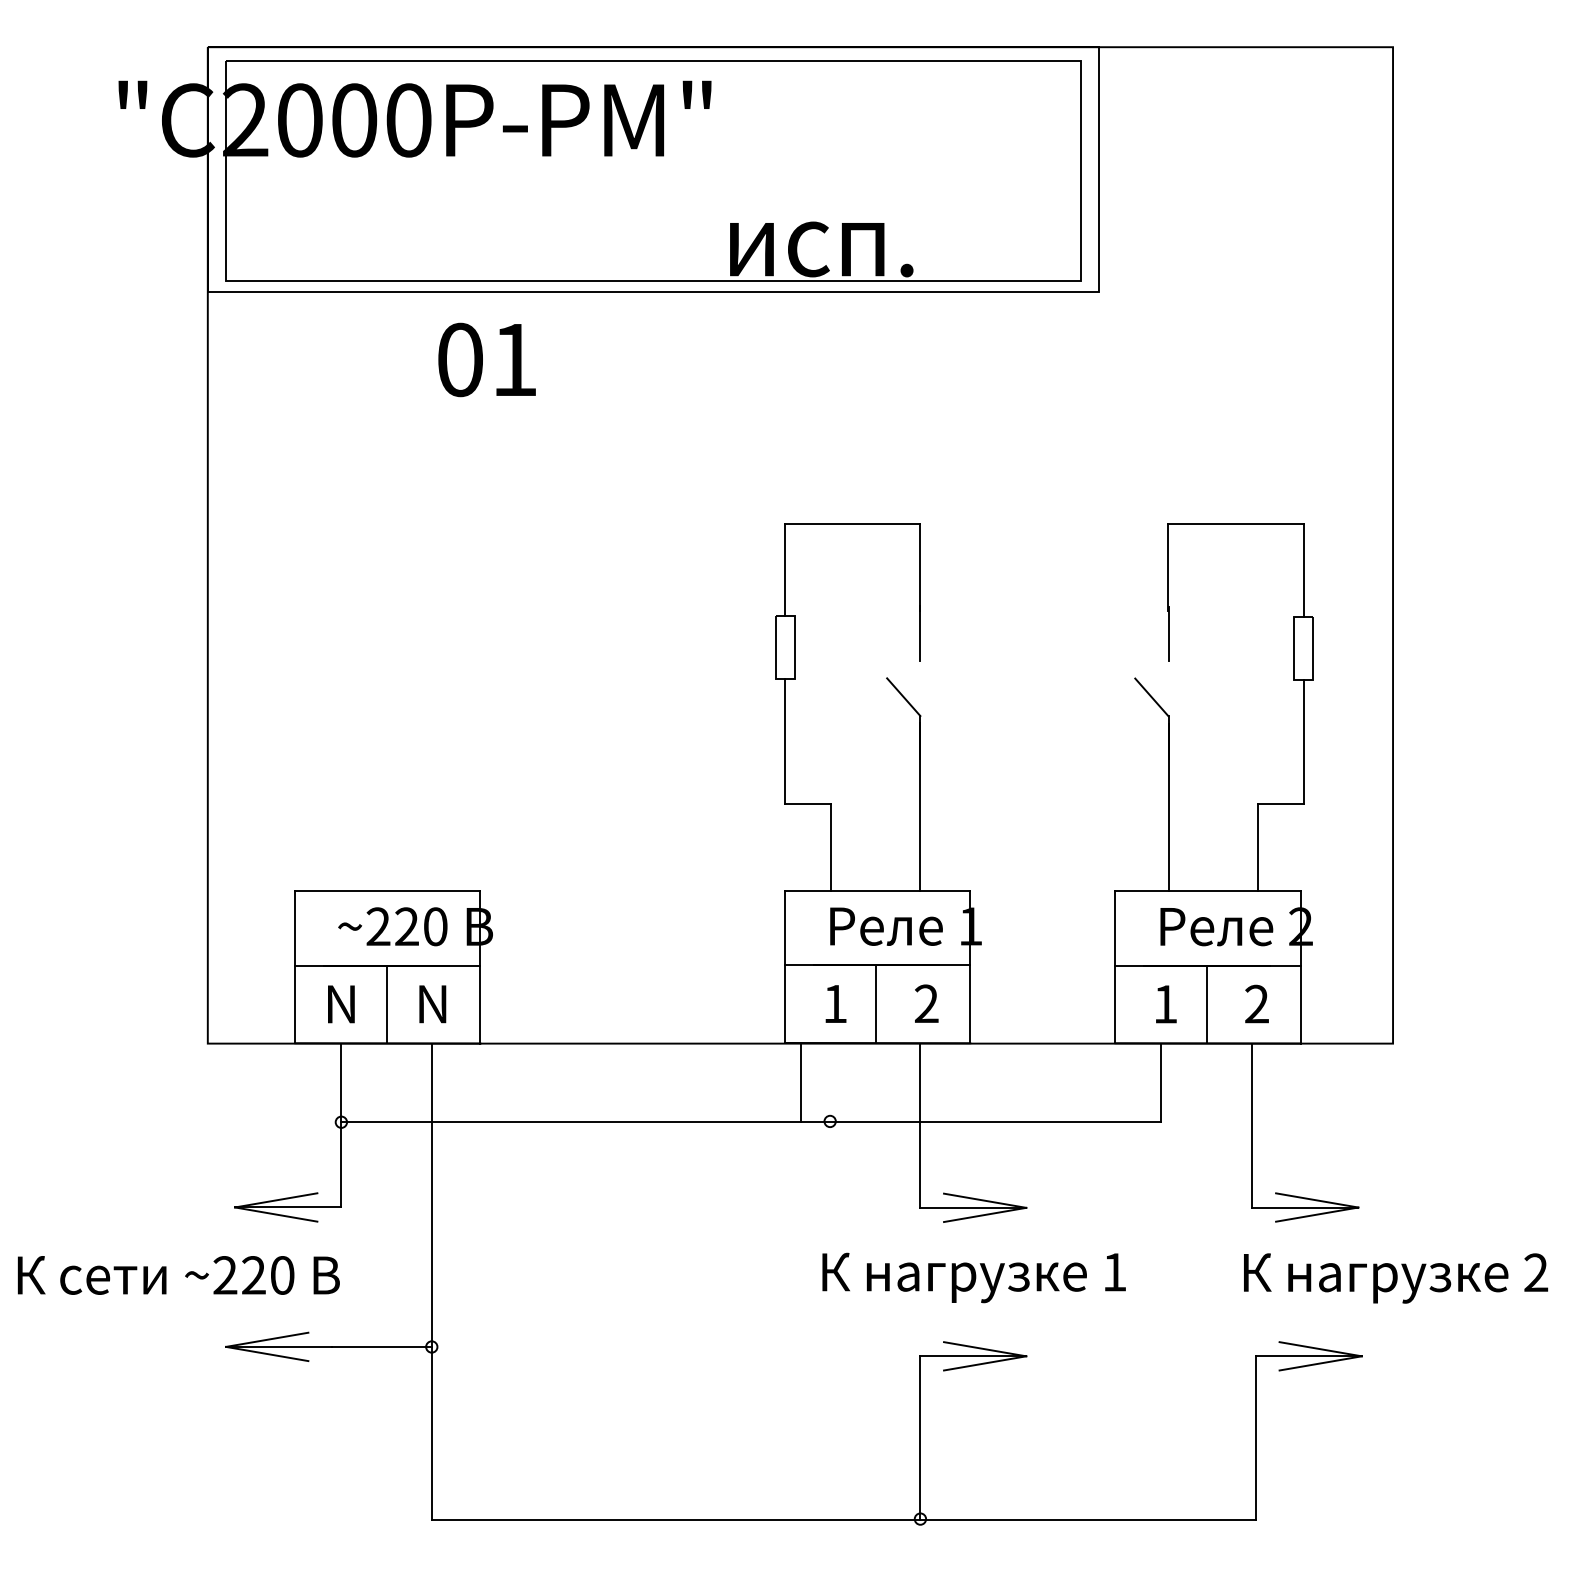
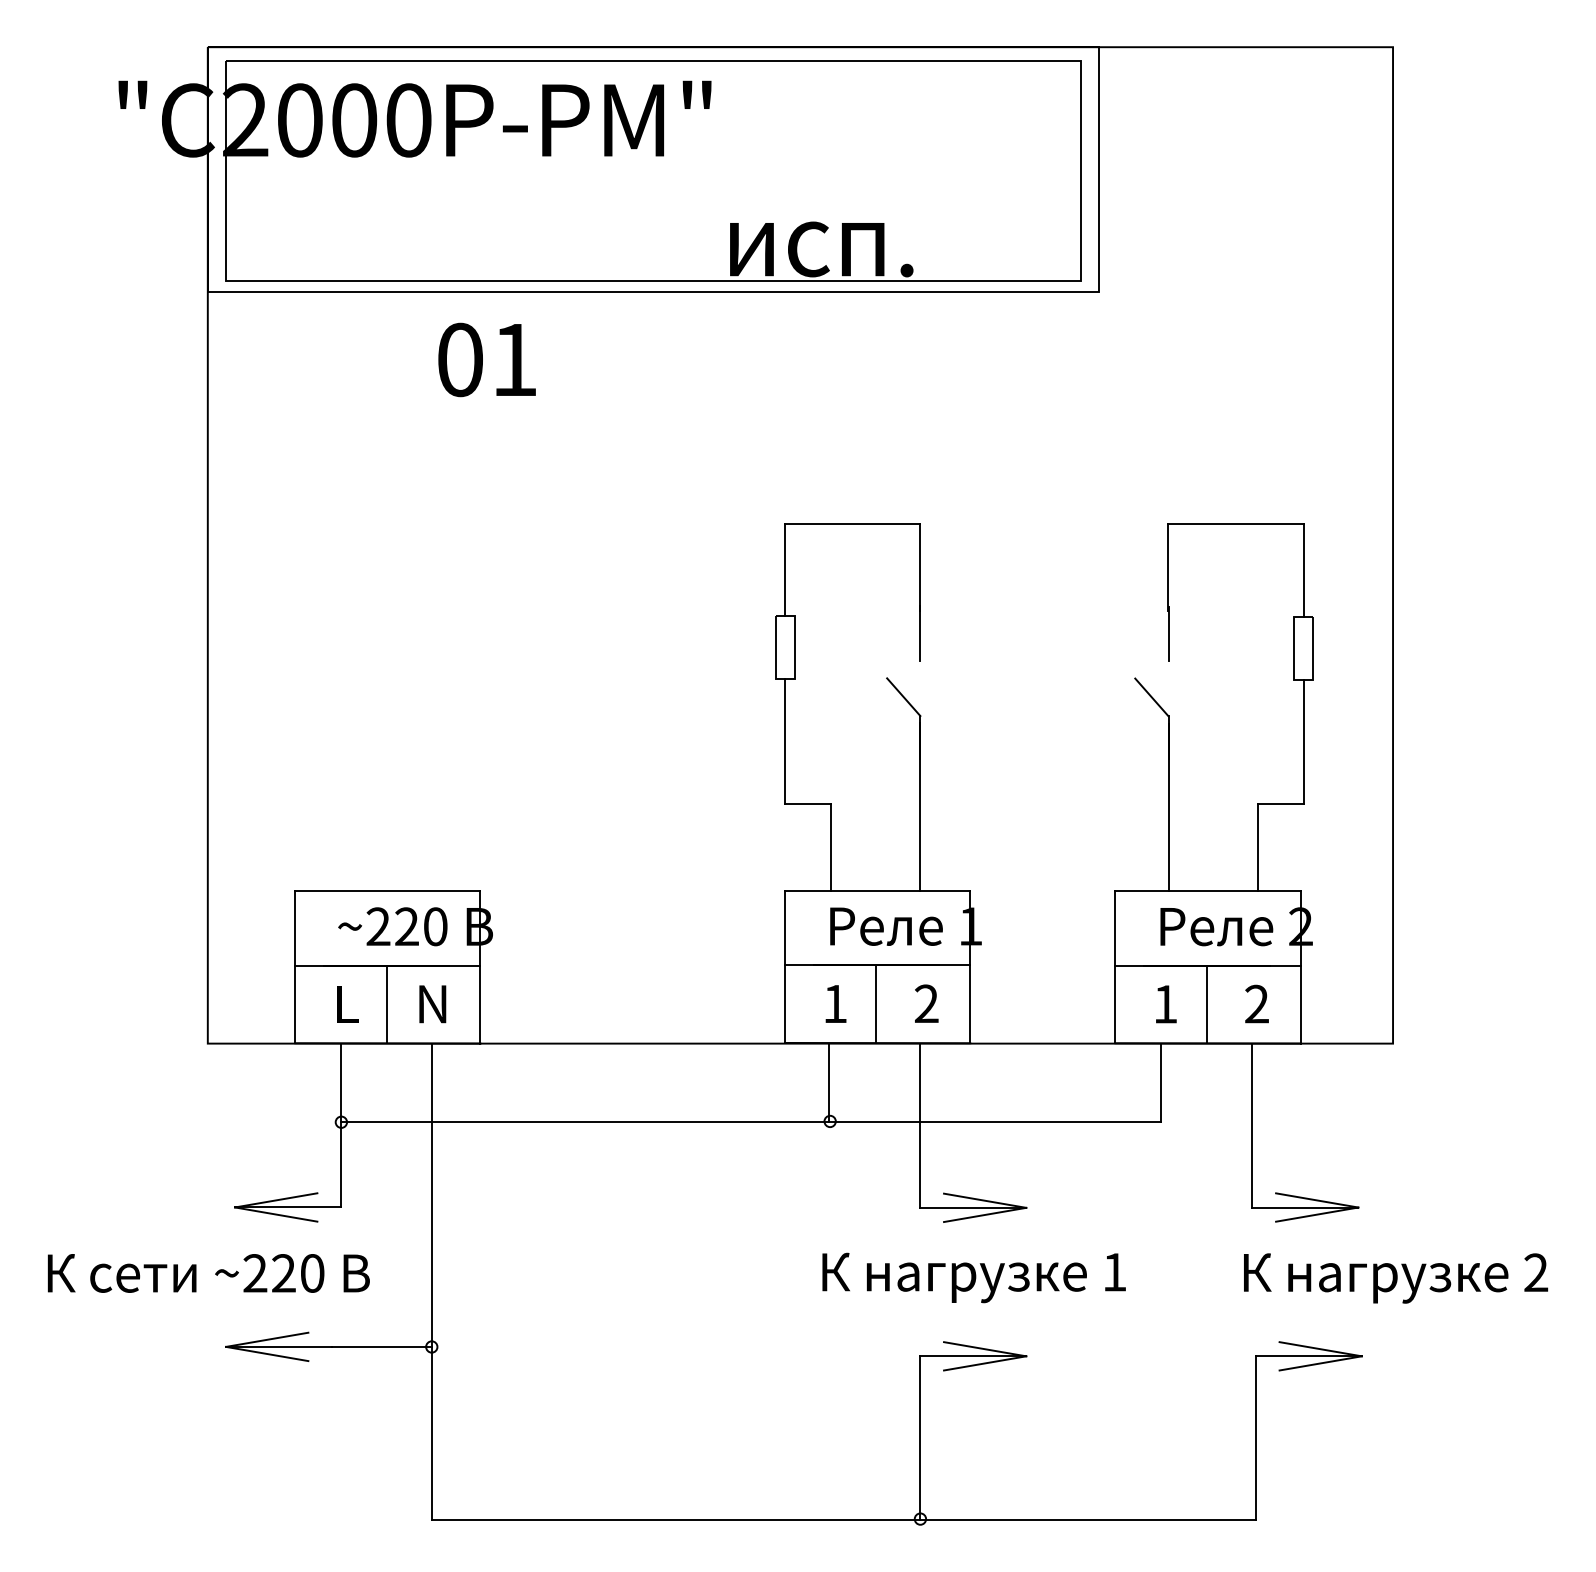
text at (343, 1004): N -> L
line at (800, 1082) position: (800, 1082) -> (828, 1082)
text at (178, 1275) position: (178, 1275) -> (208, 1273)
